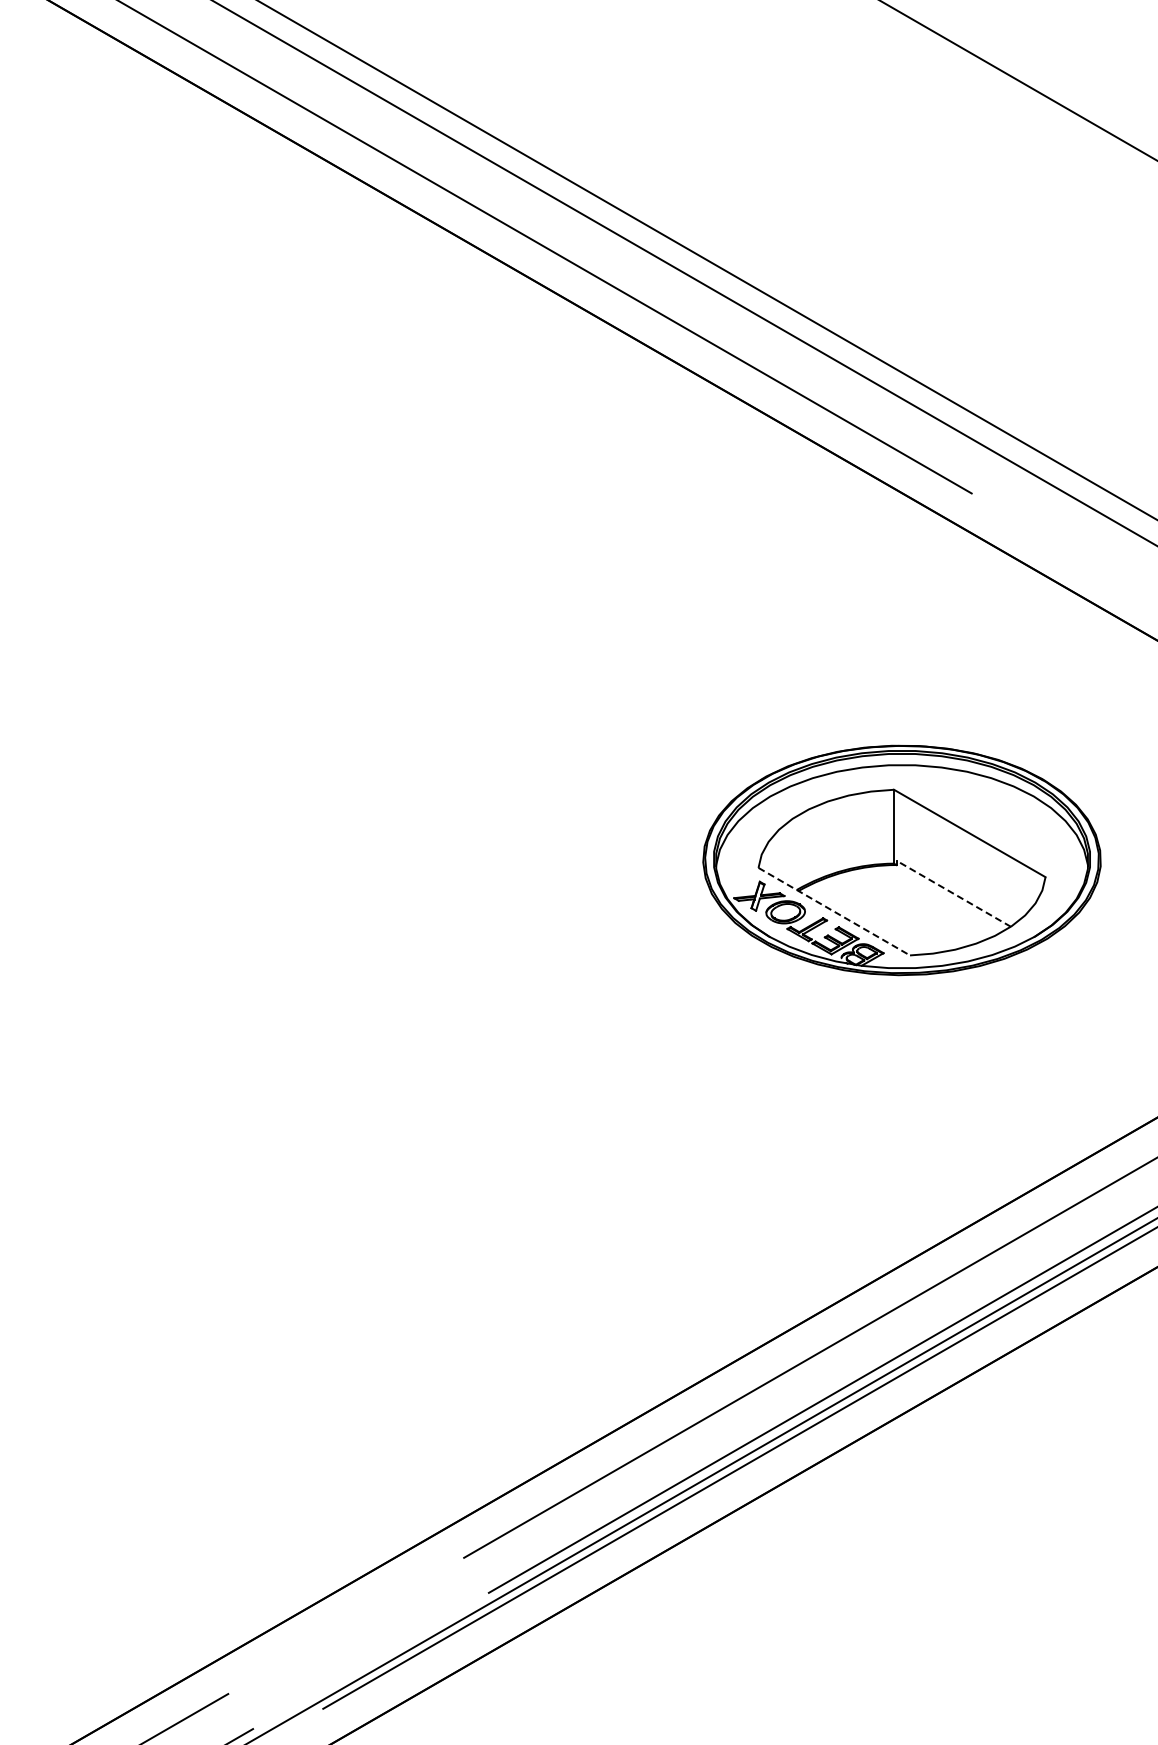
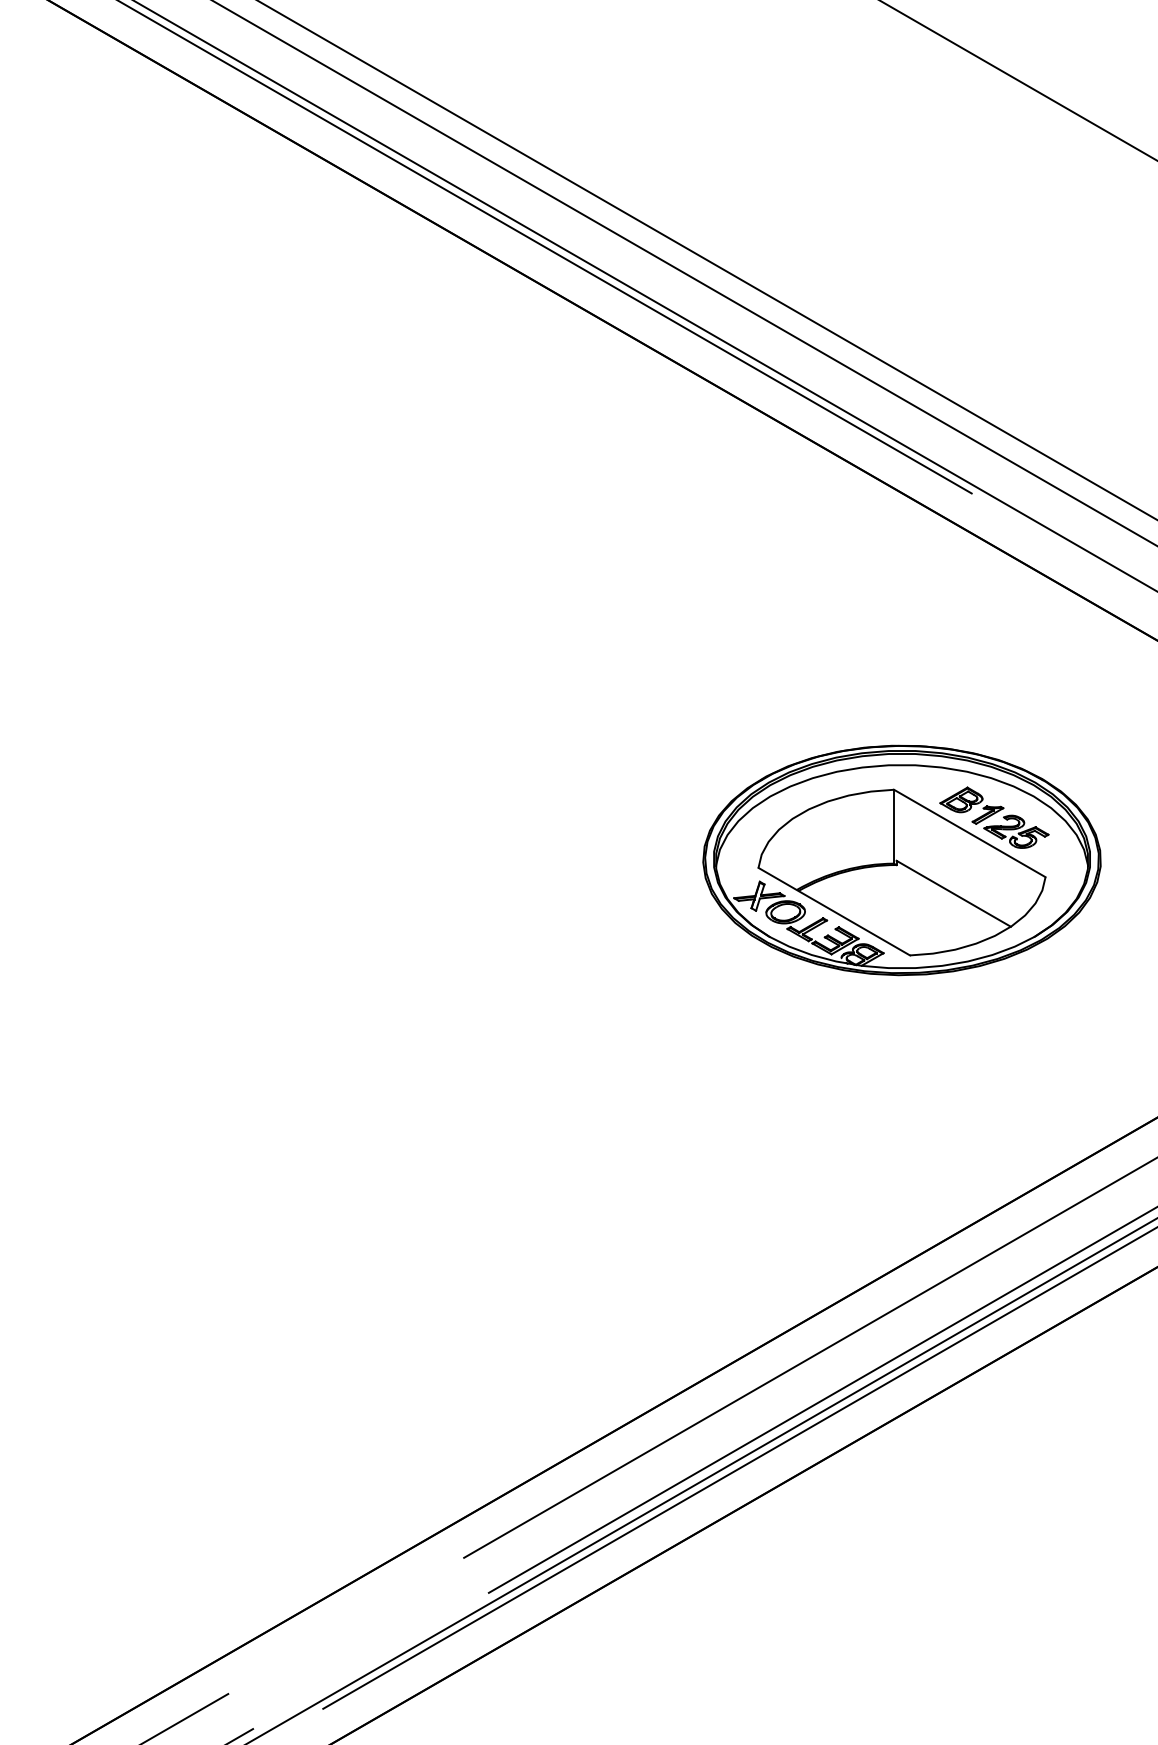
line at (645, 296): none -> present
part at (994, 817): none -> present
line at (953, 893): dashed -> solid
line at (834, 911): dashed -> solid
